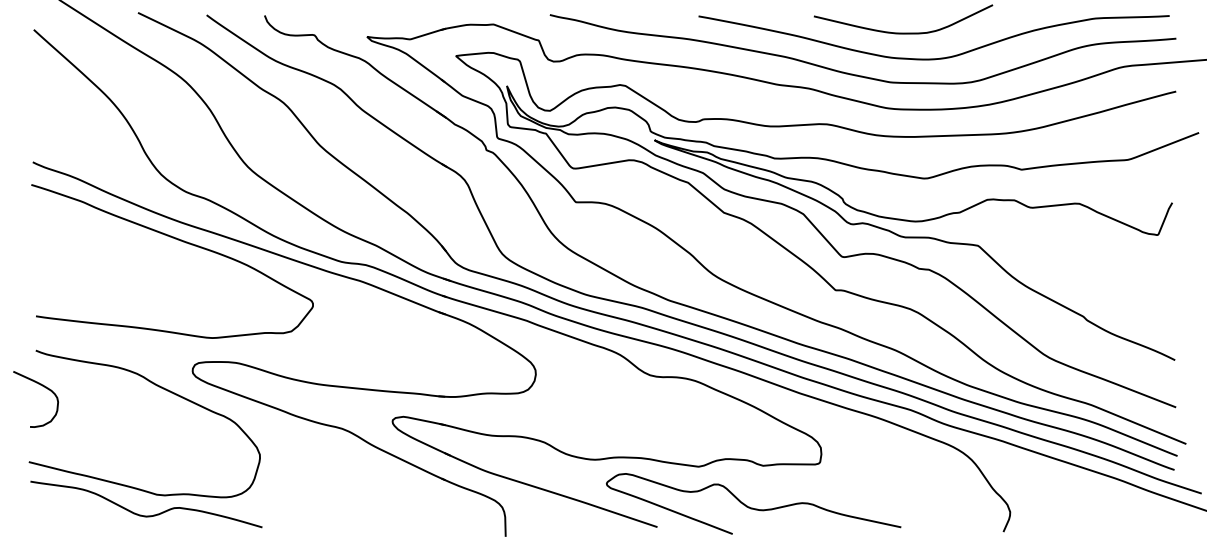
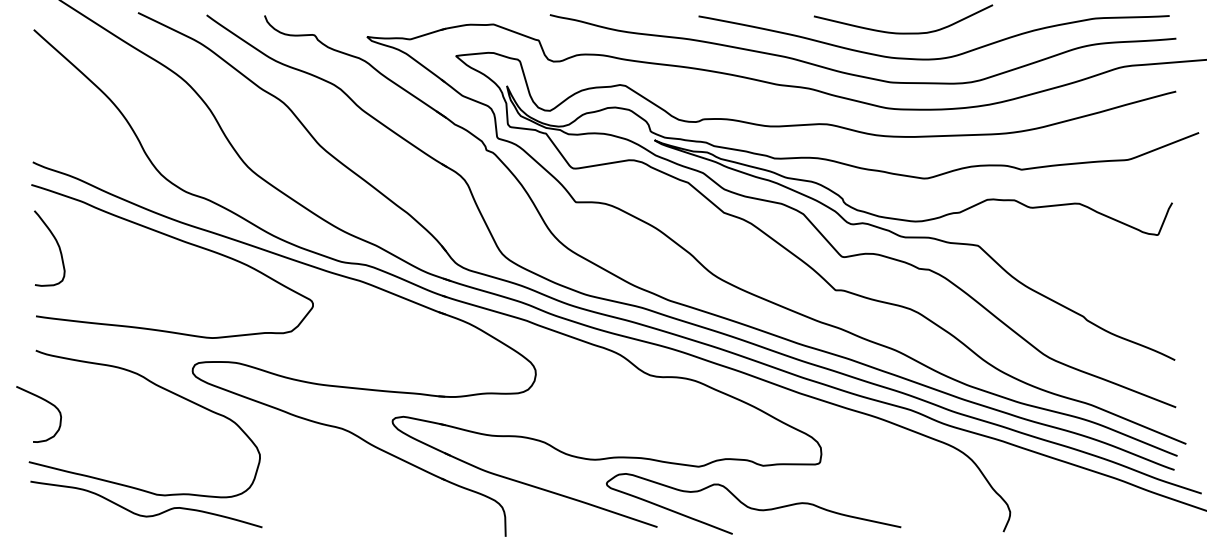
curve at (57, 245): none -> present
curve at (42, 386) position: (42, 386) -> (45, 401)
